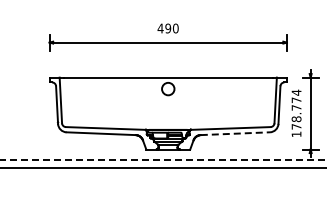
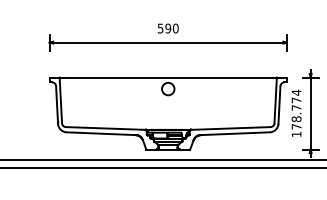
text at (160, 28): 490 -> 590
line at (235, 133): dashed -> solid
line at (164, 160): dashed -> solid
